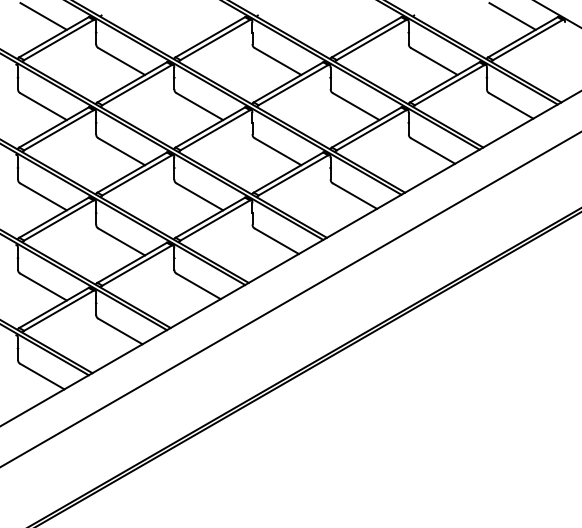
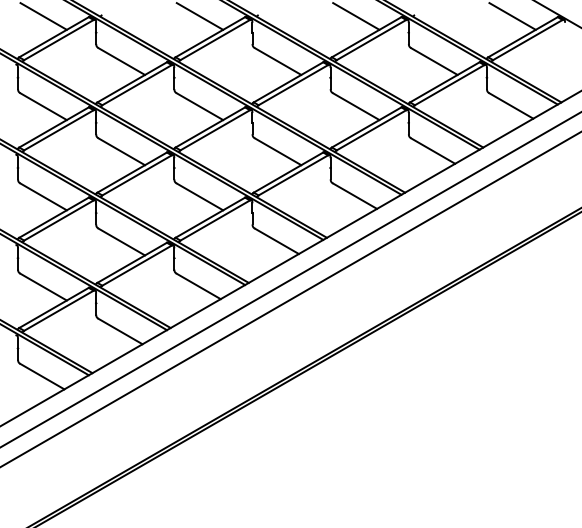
line at (199, 16): none -> present
line at (356, 16): none -> present
line at (290, 279): none -> present
